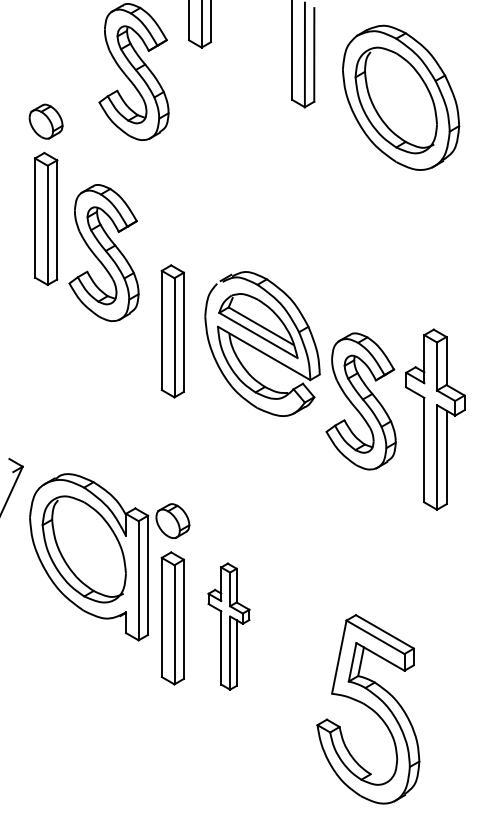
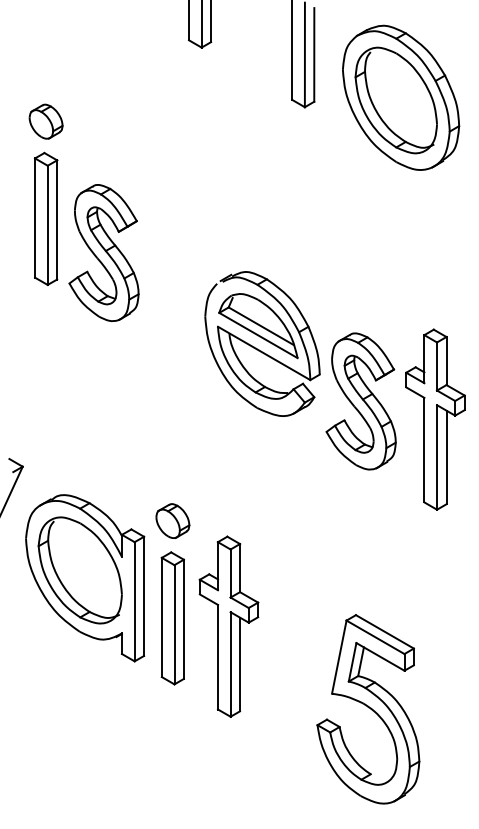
part at (133, 71): present -> none
part at (172, 331): present -> none
part at (89, 557) position: (89, 557) -> (85, 578)
part at (228, 626) size: 44x129 px -> 62x183 px
